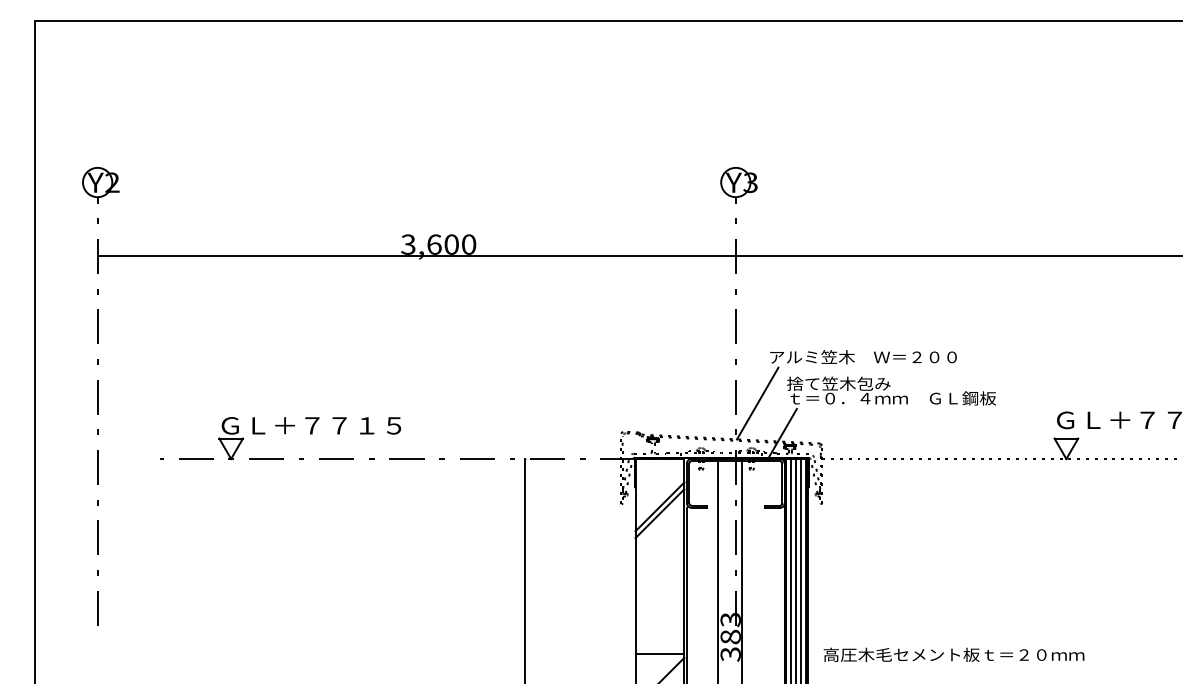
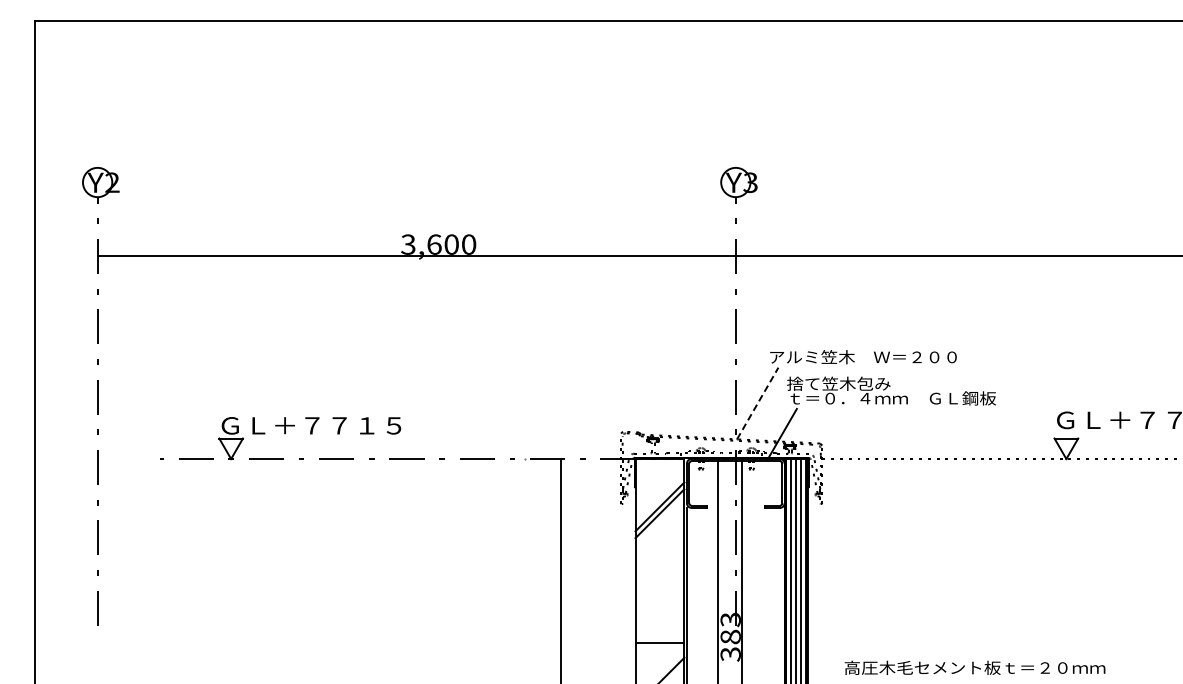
line at (757, 403): solid -> dashed
line at (525, 569) position: (525, 569) -> (561, 569)
line at (659, 654) position: (659, 654) -> (659, 643)
text at (953, 654) position: (953, 654) -> (974, 667)
